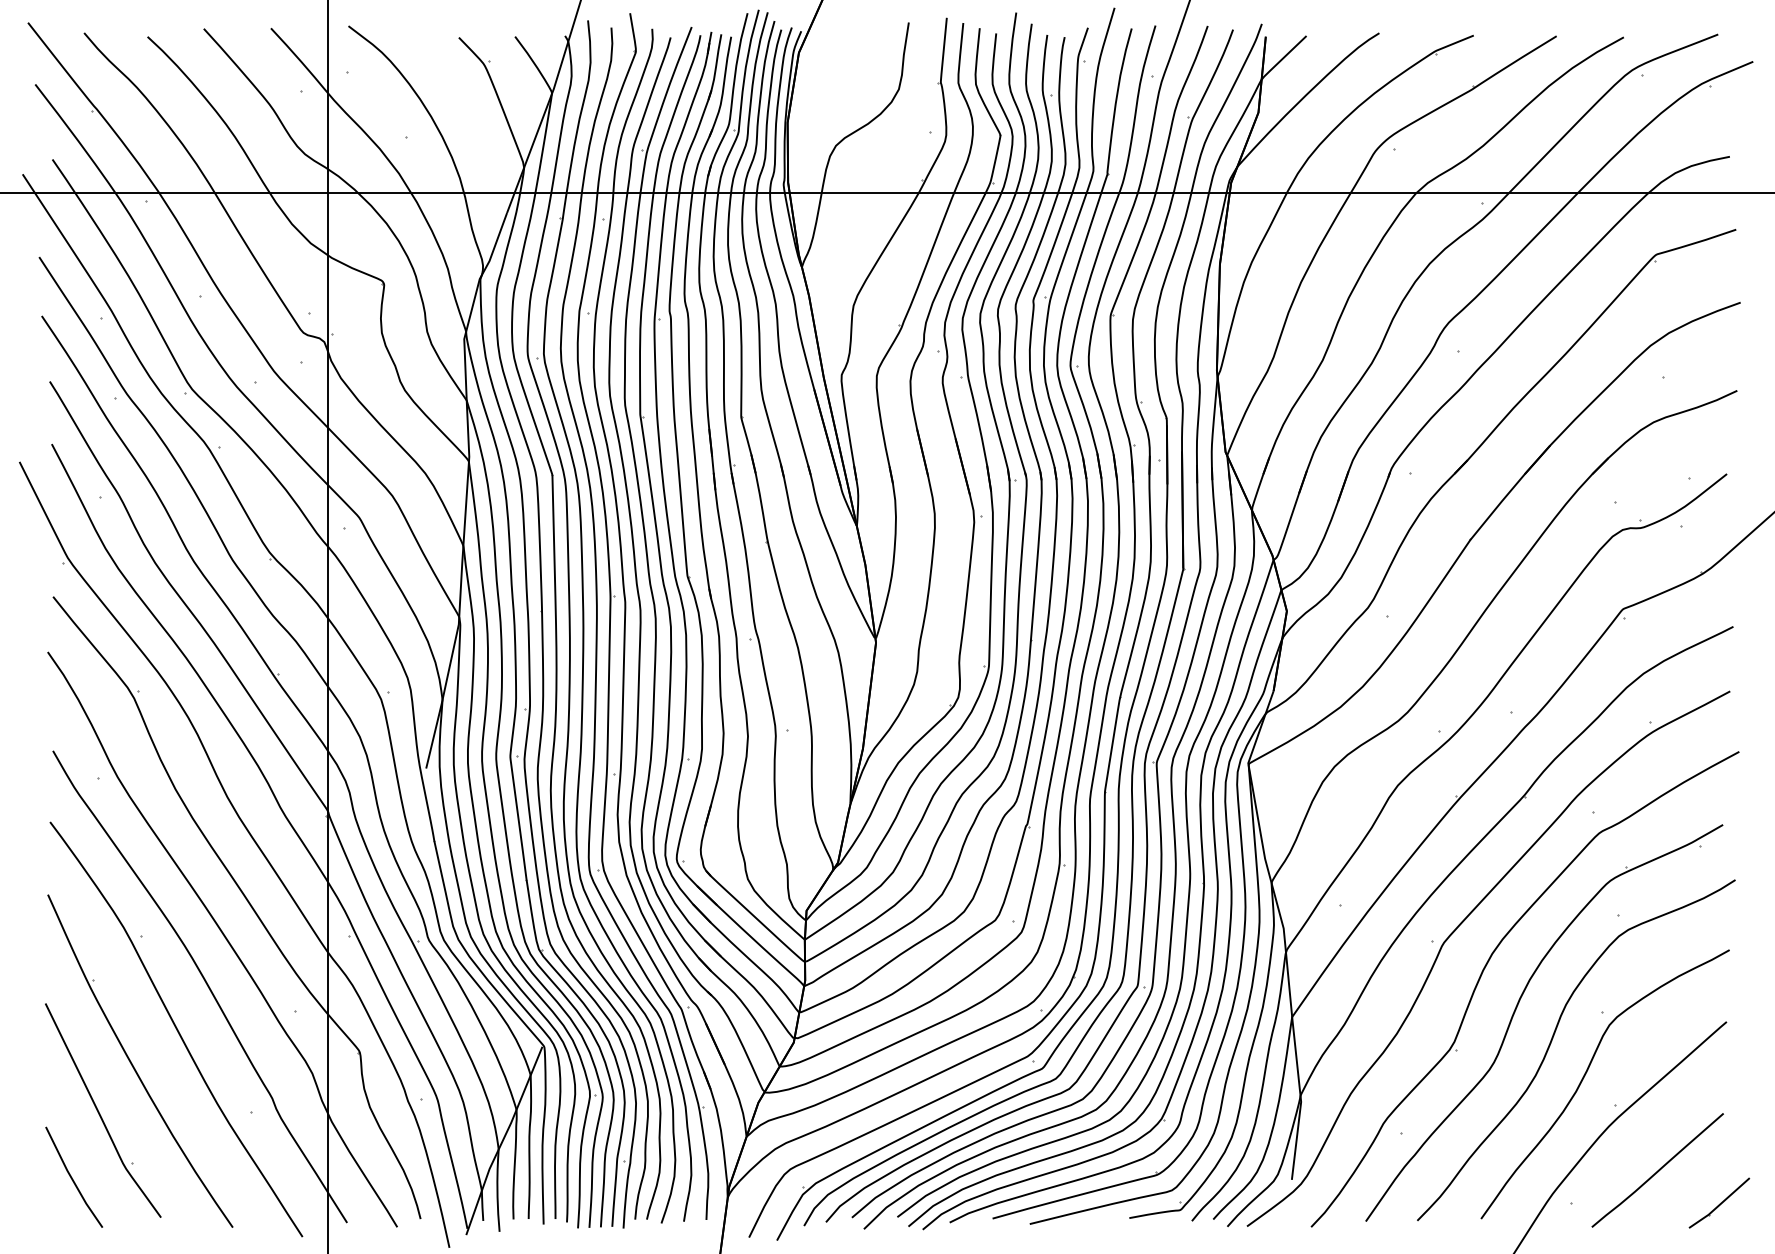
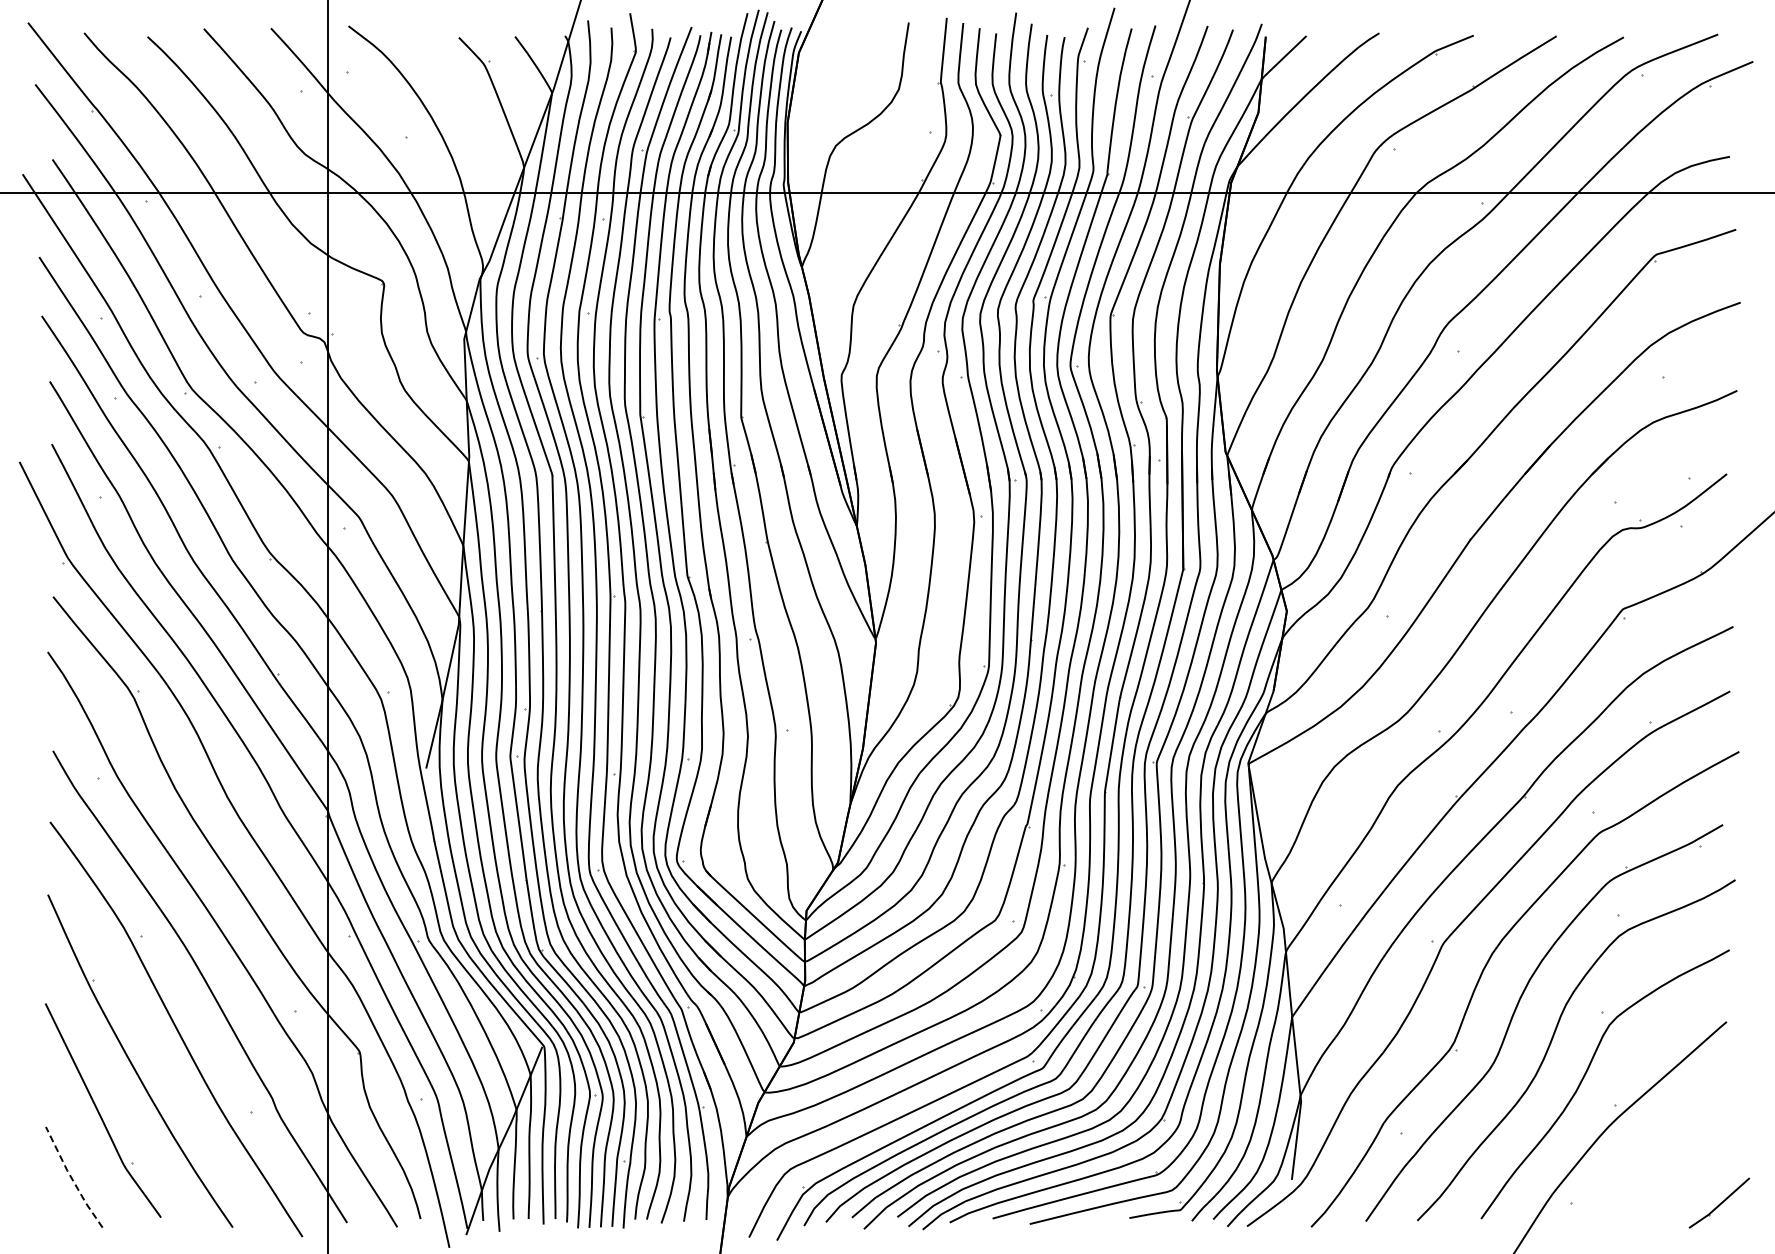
curve at (1657, 1170): present -> none
line at (72, 1179): solid -> dashed
